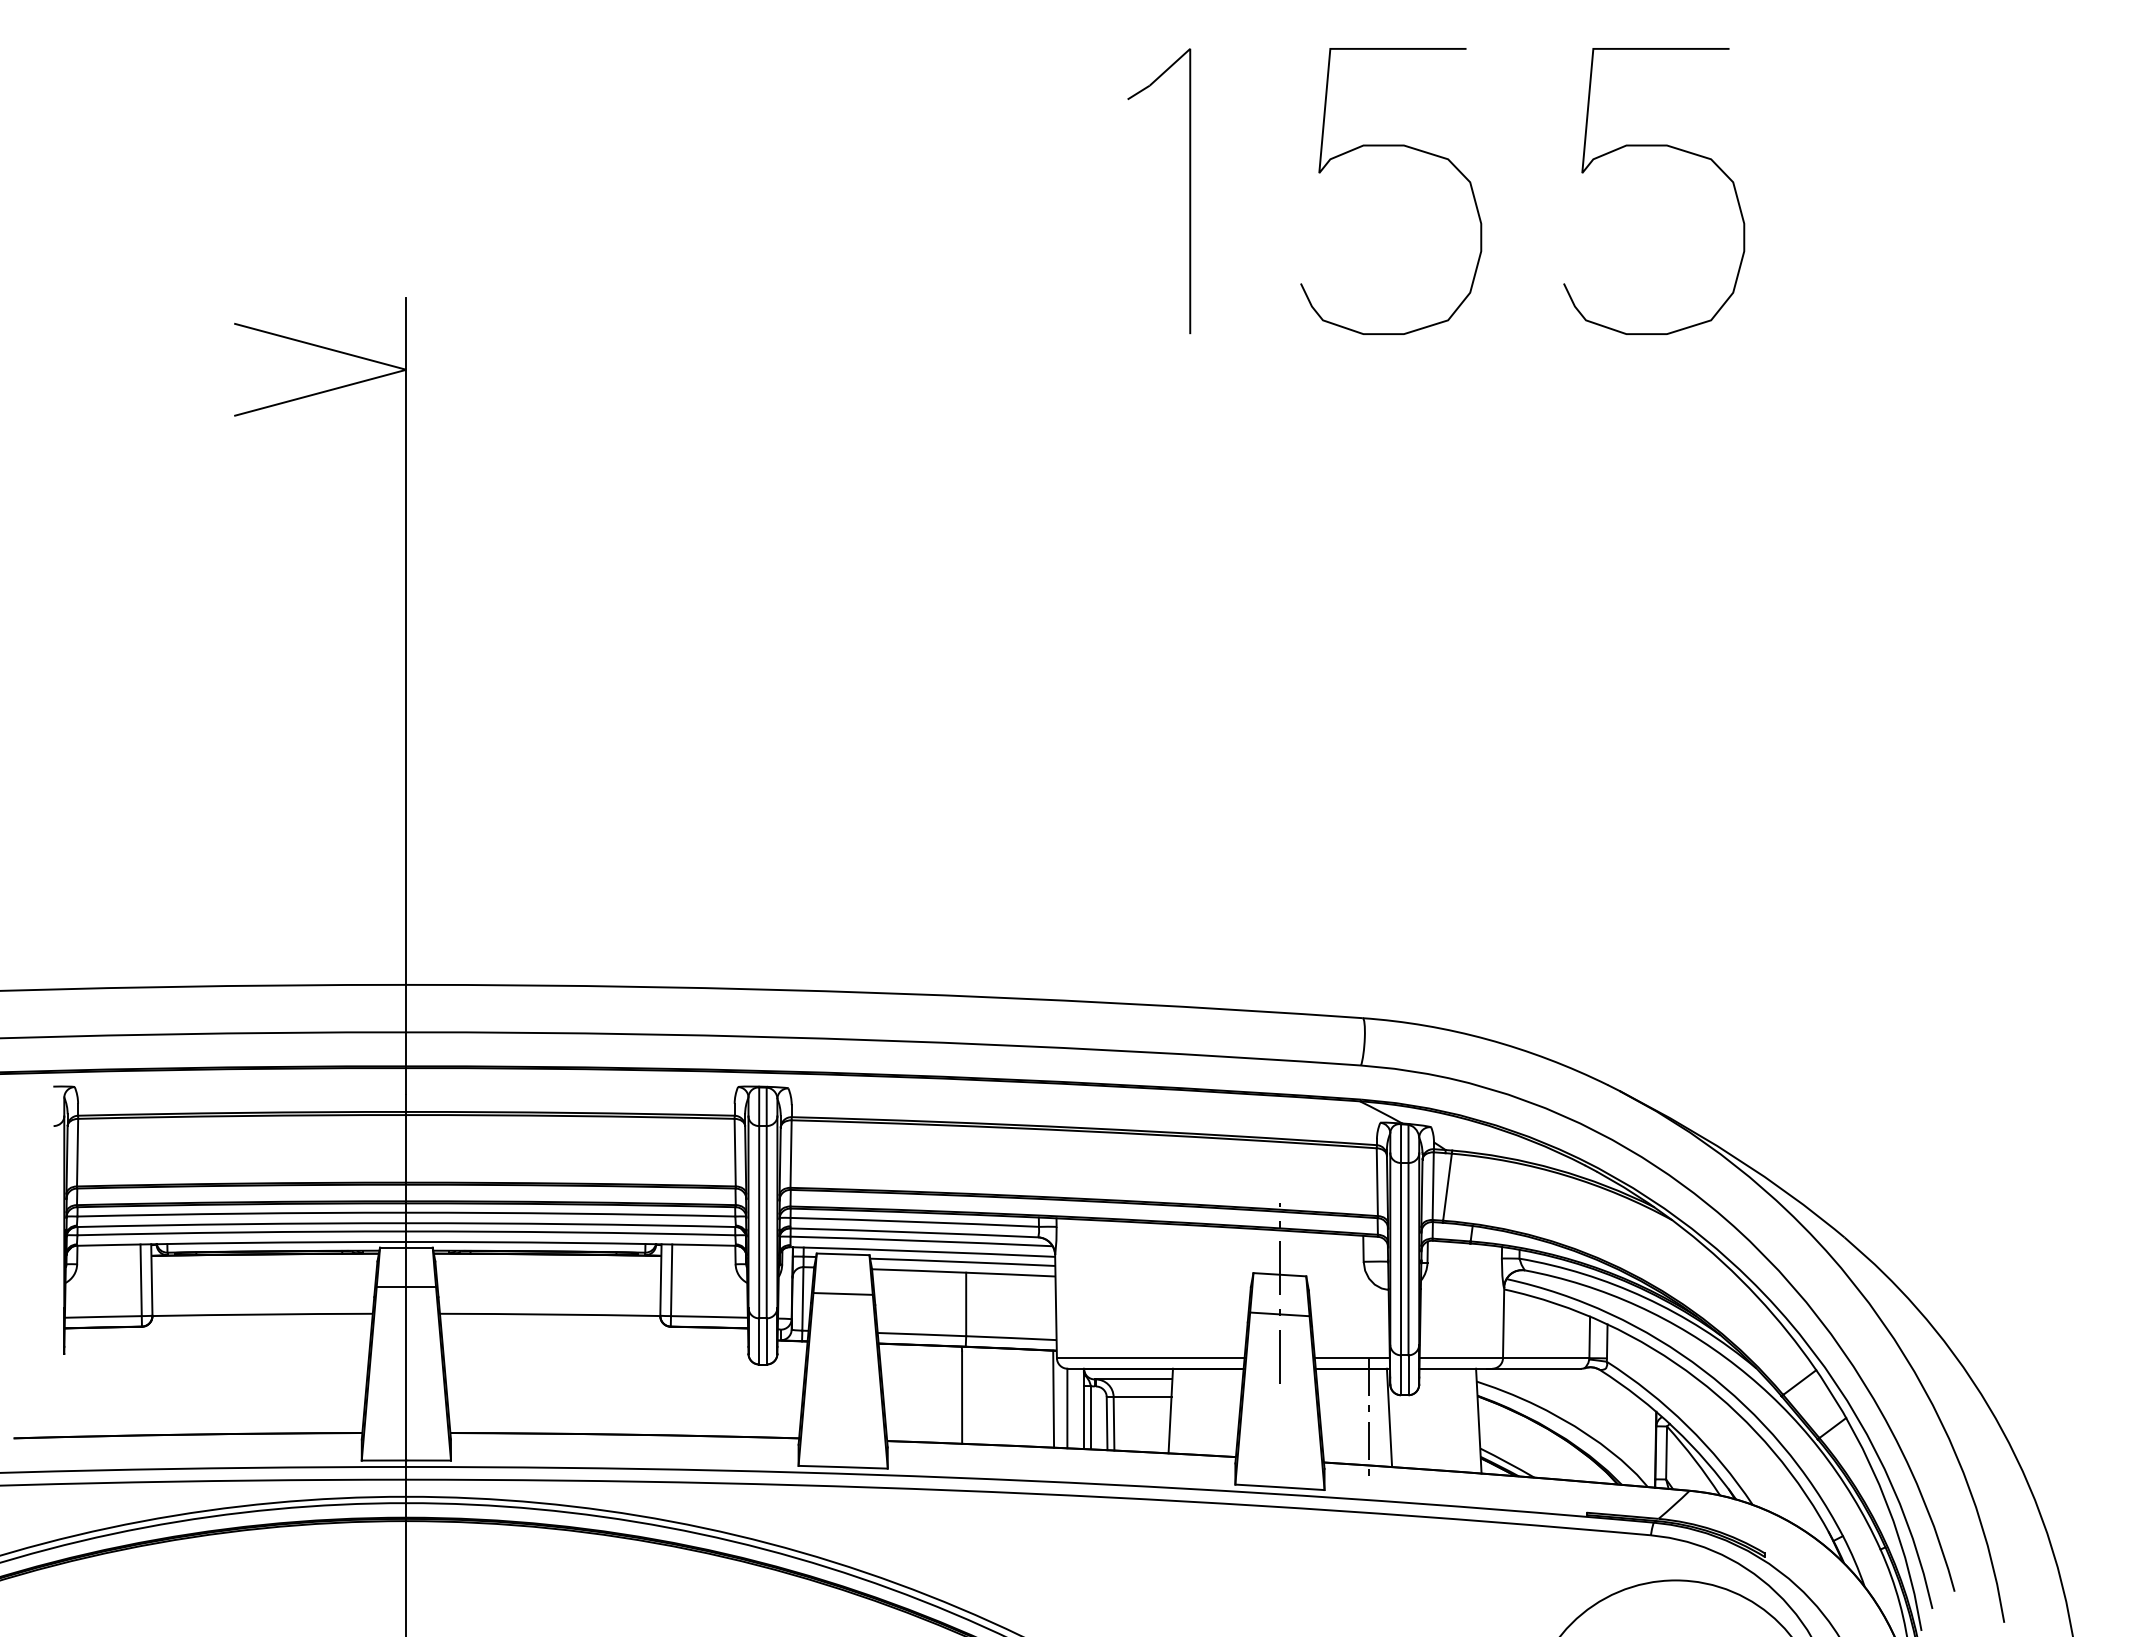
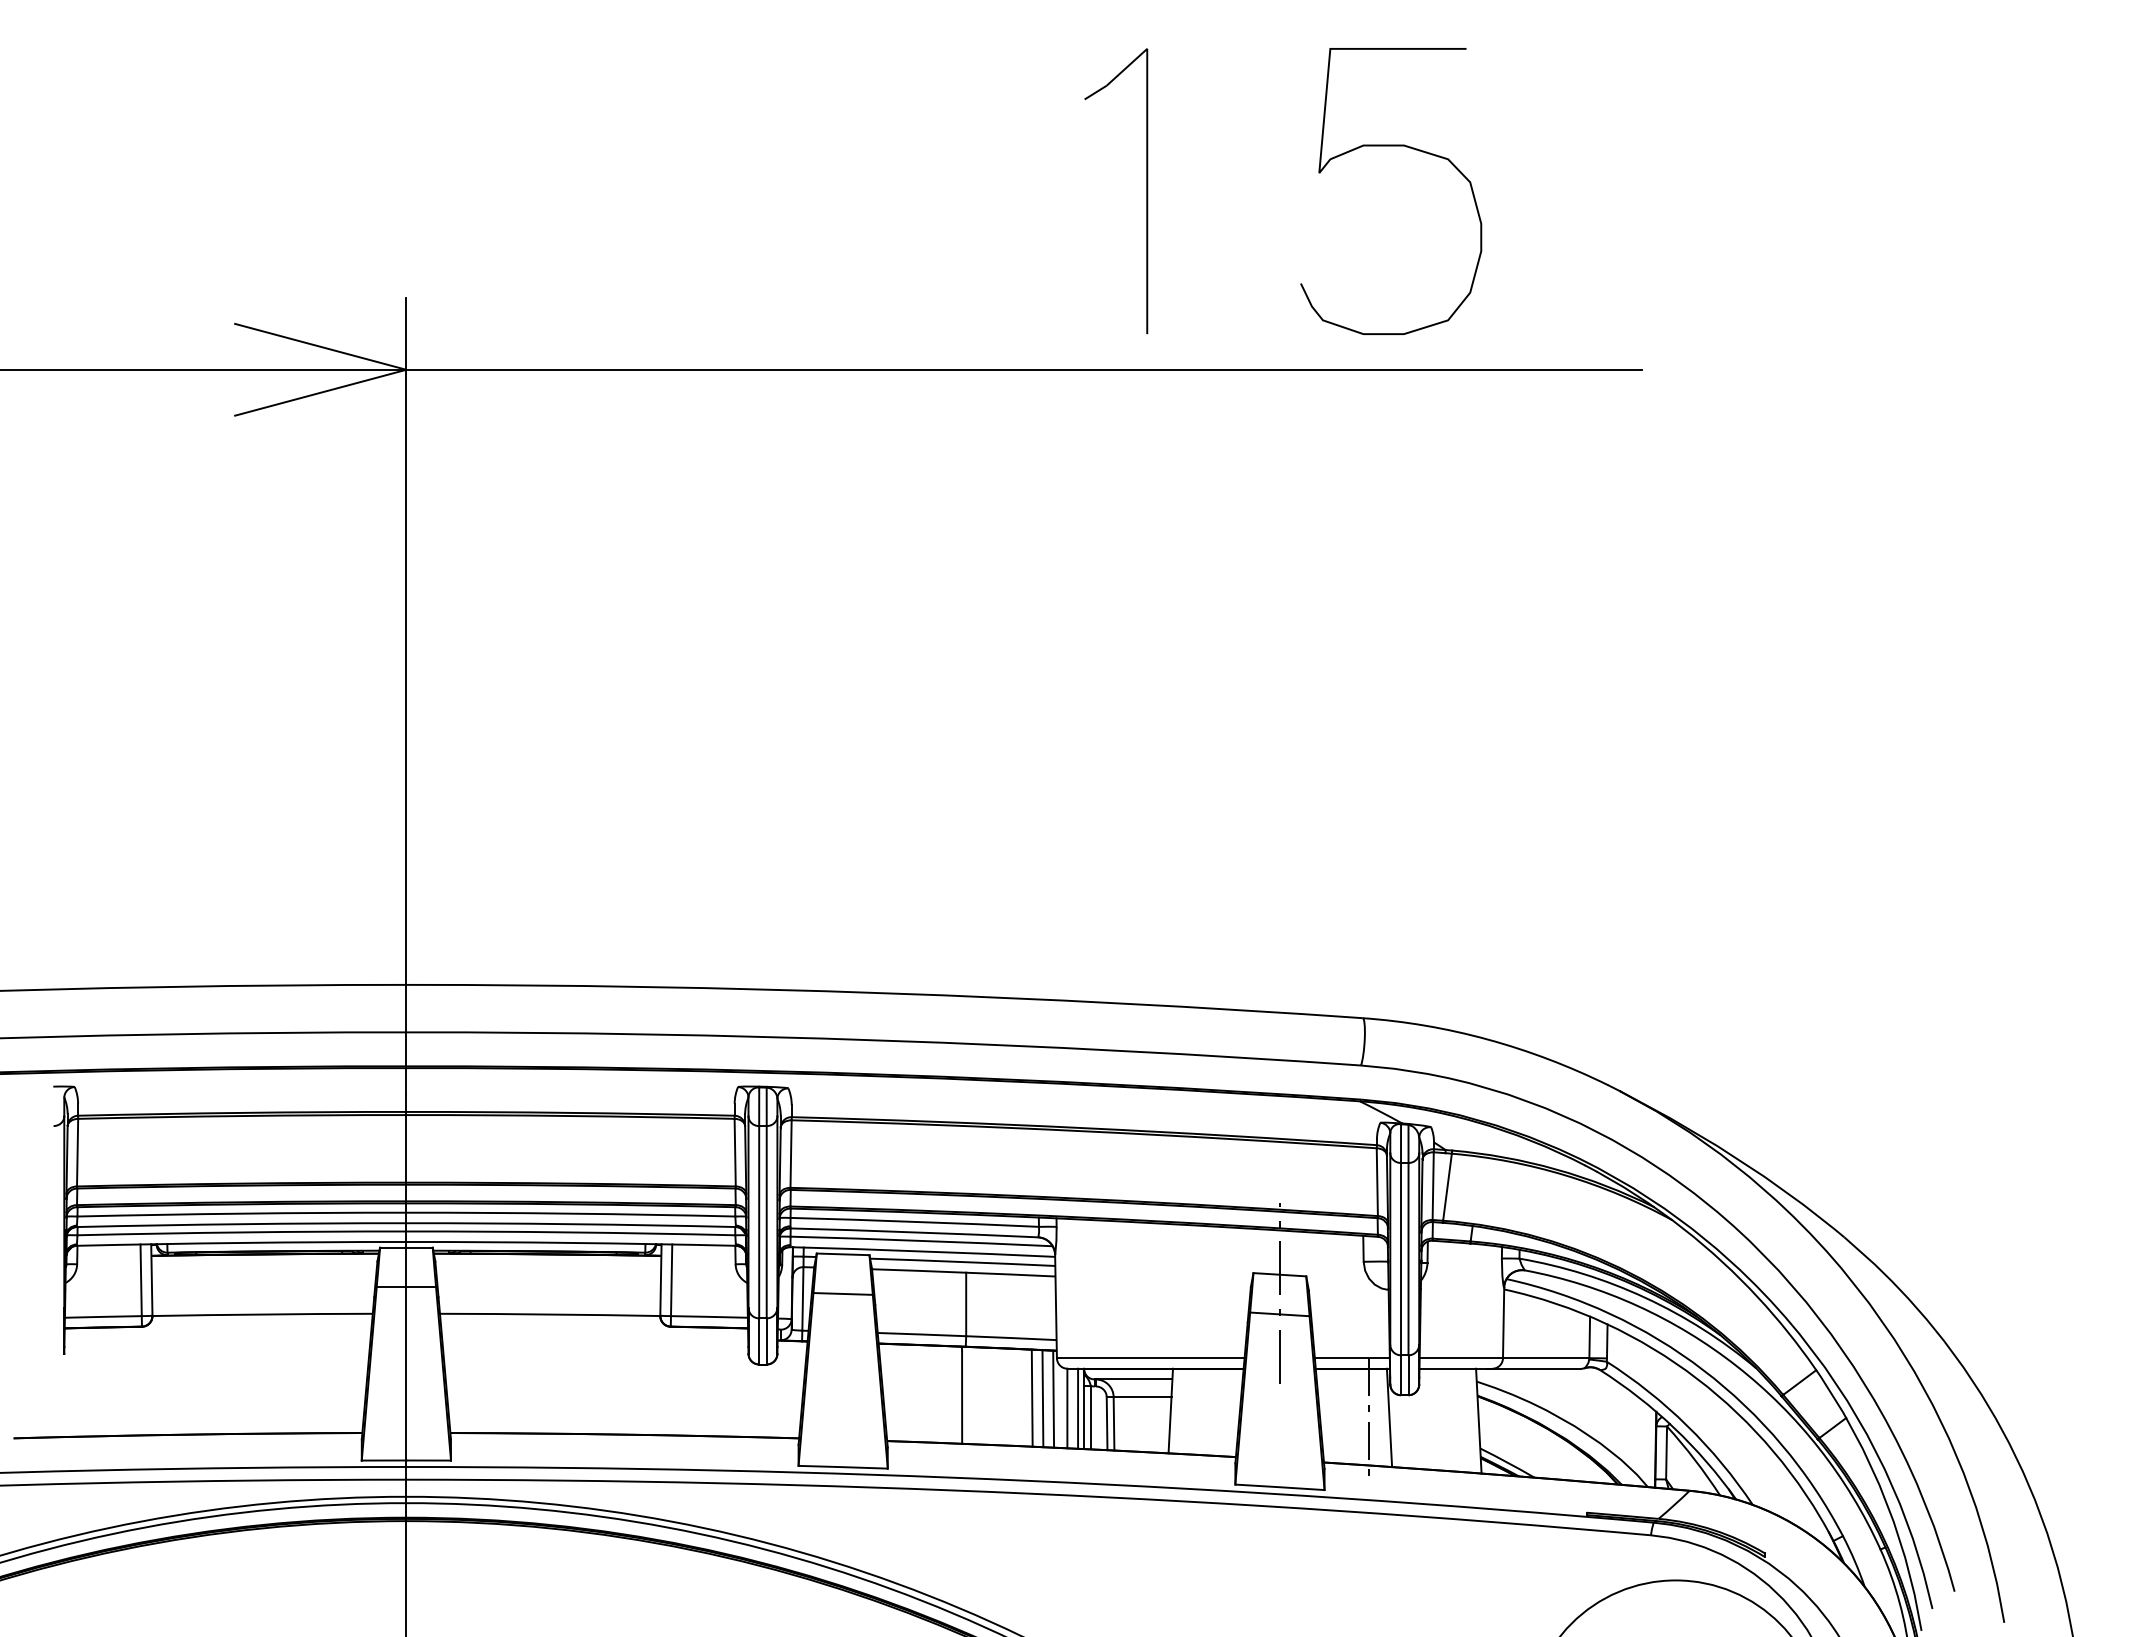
curve at (1654, 146): present -> none
part at (1189, 191) position: (1189, 191) -> (1146, 191)
line at (822, 369): none -> present
line at (1031, 1397): none -> present
line at (1042, 1398): none -> present
line at (1078, 1408): none -> present
